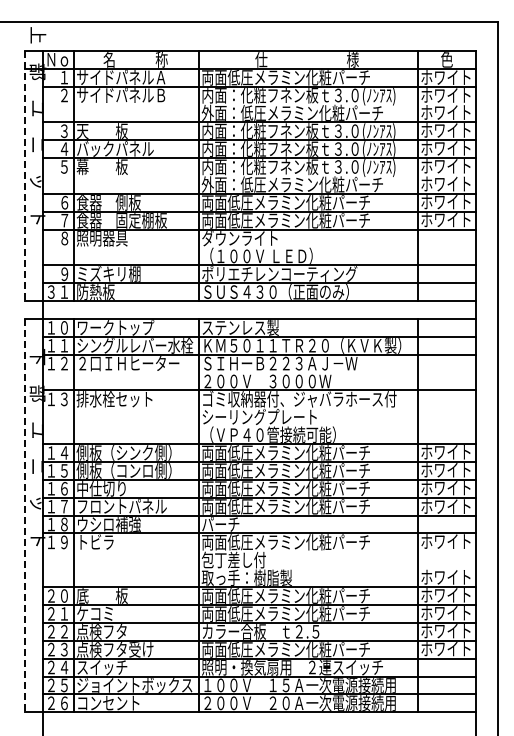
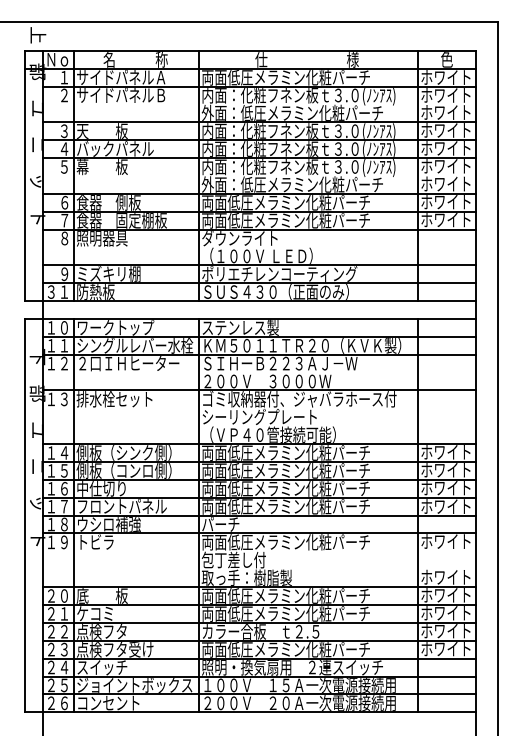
line at (24, 176): dashed -> solid
line at (24, 515): dashed -> solid
